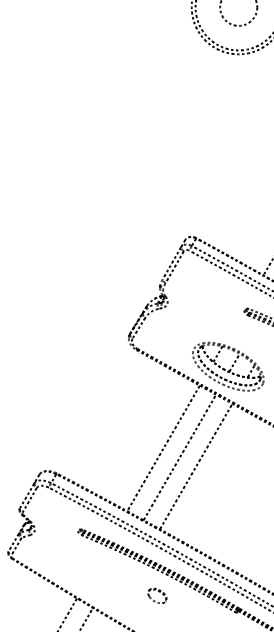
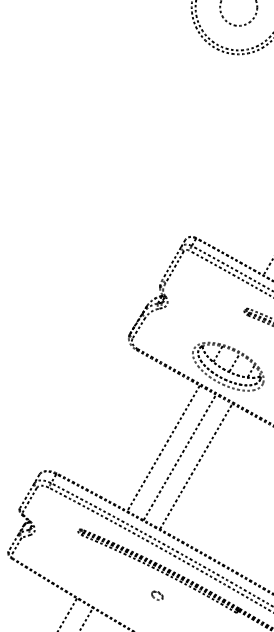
part at (157, 595) size: 21x17 px -> 13x11 px
